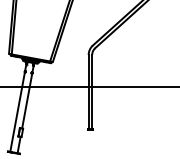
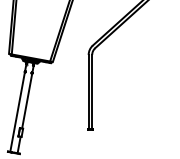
line at (89, 87): present -> none
